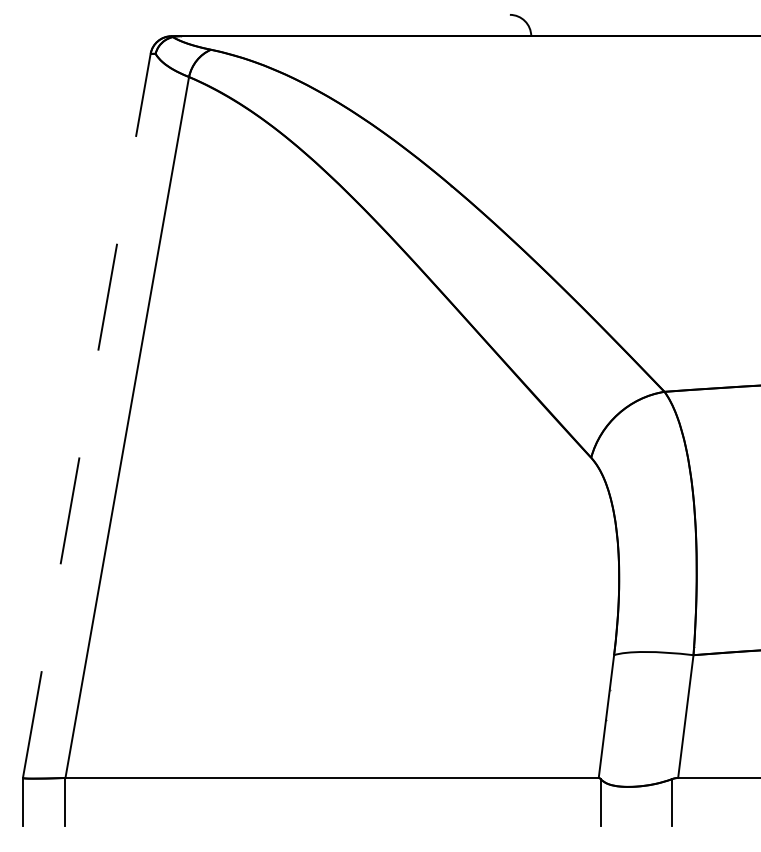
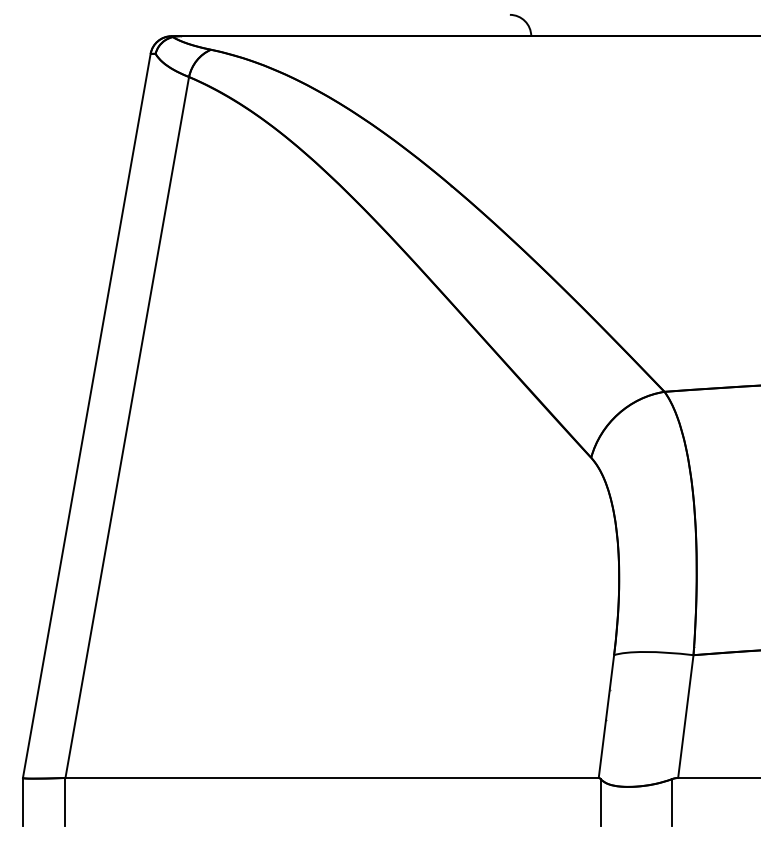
line at (86, 415): dashed -> solid
